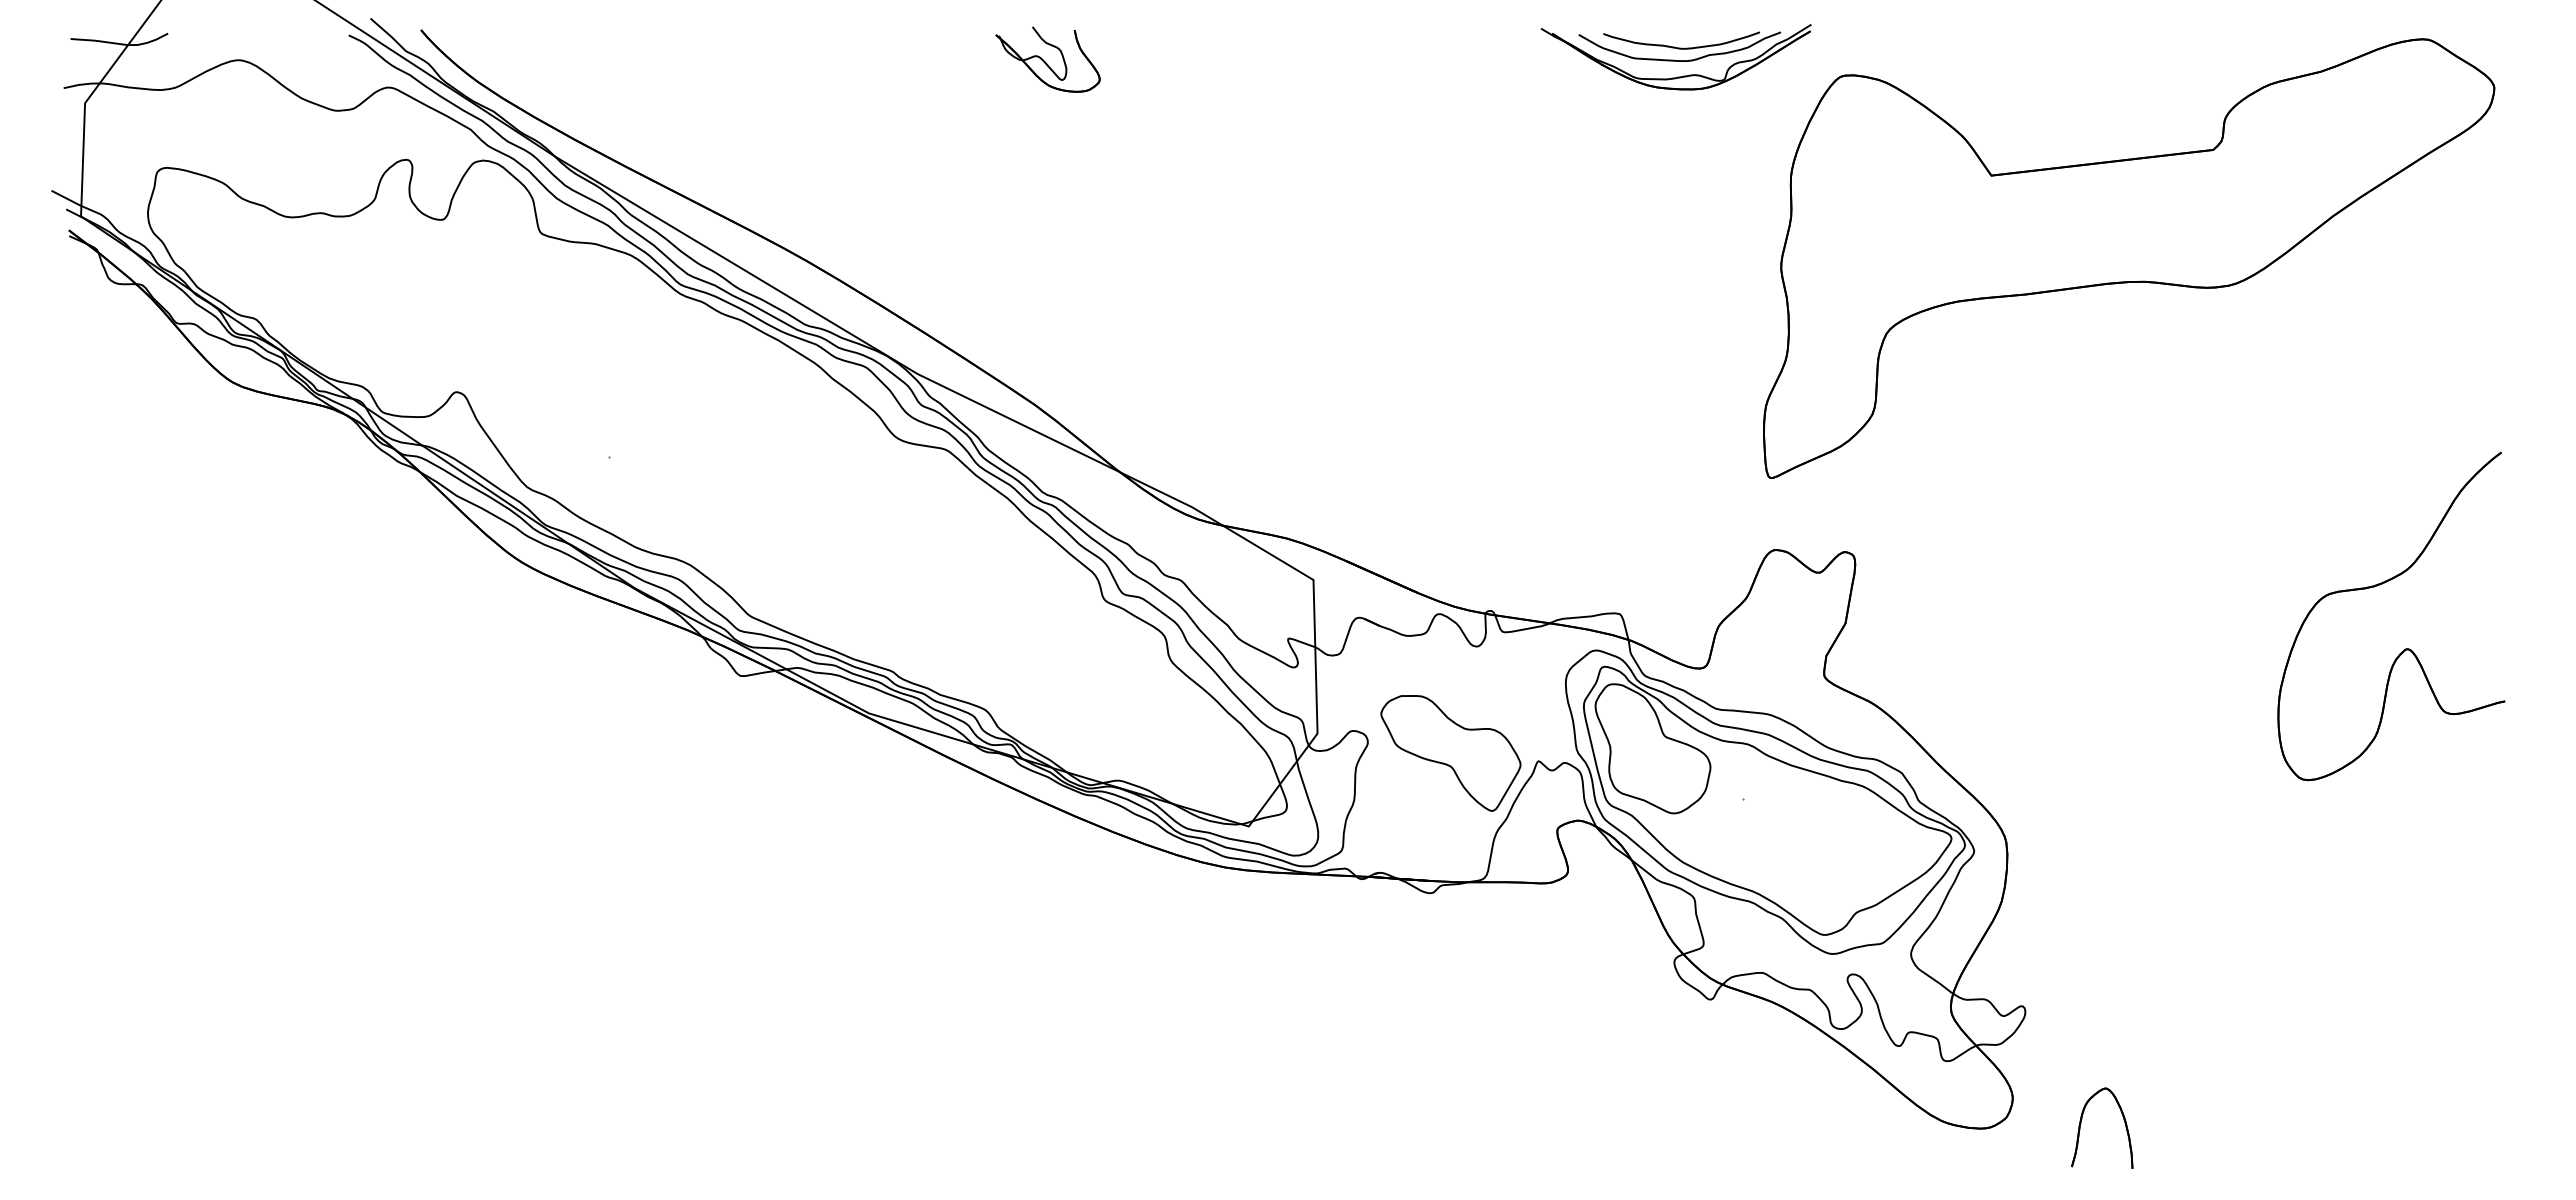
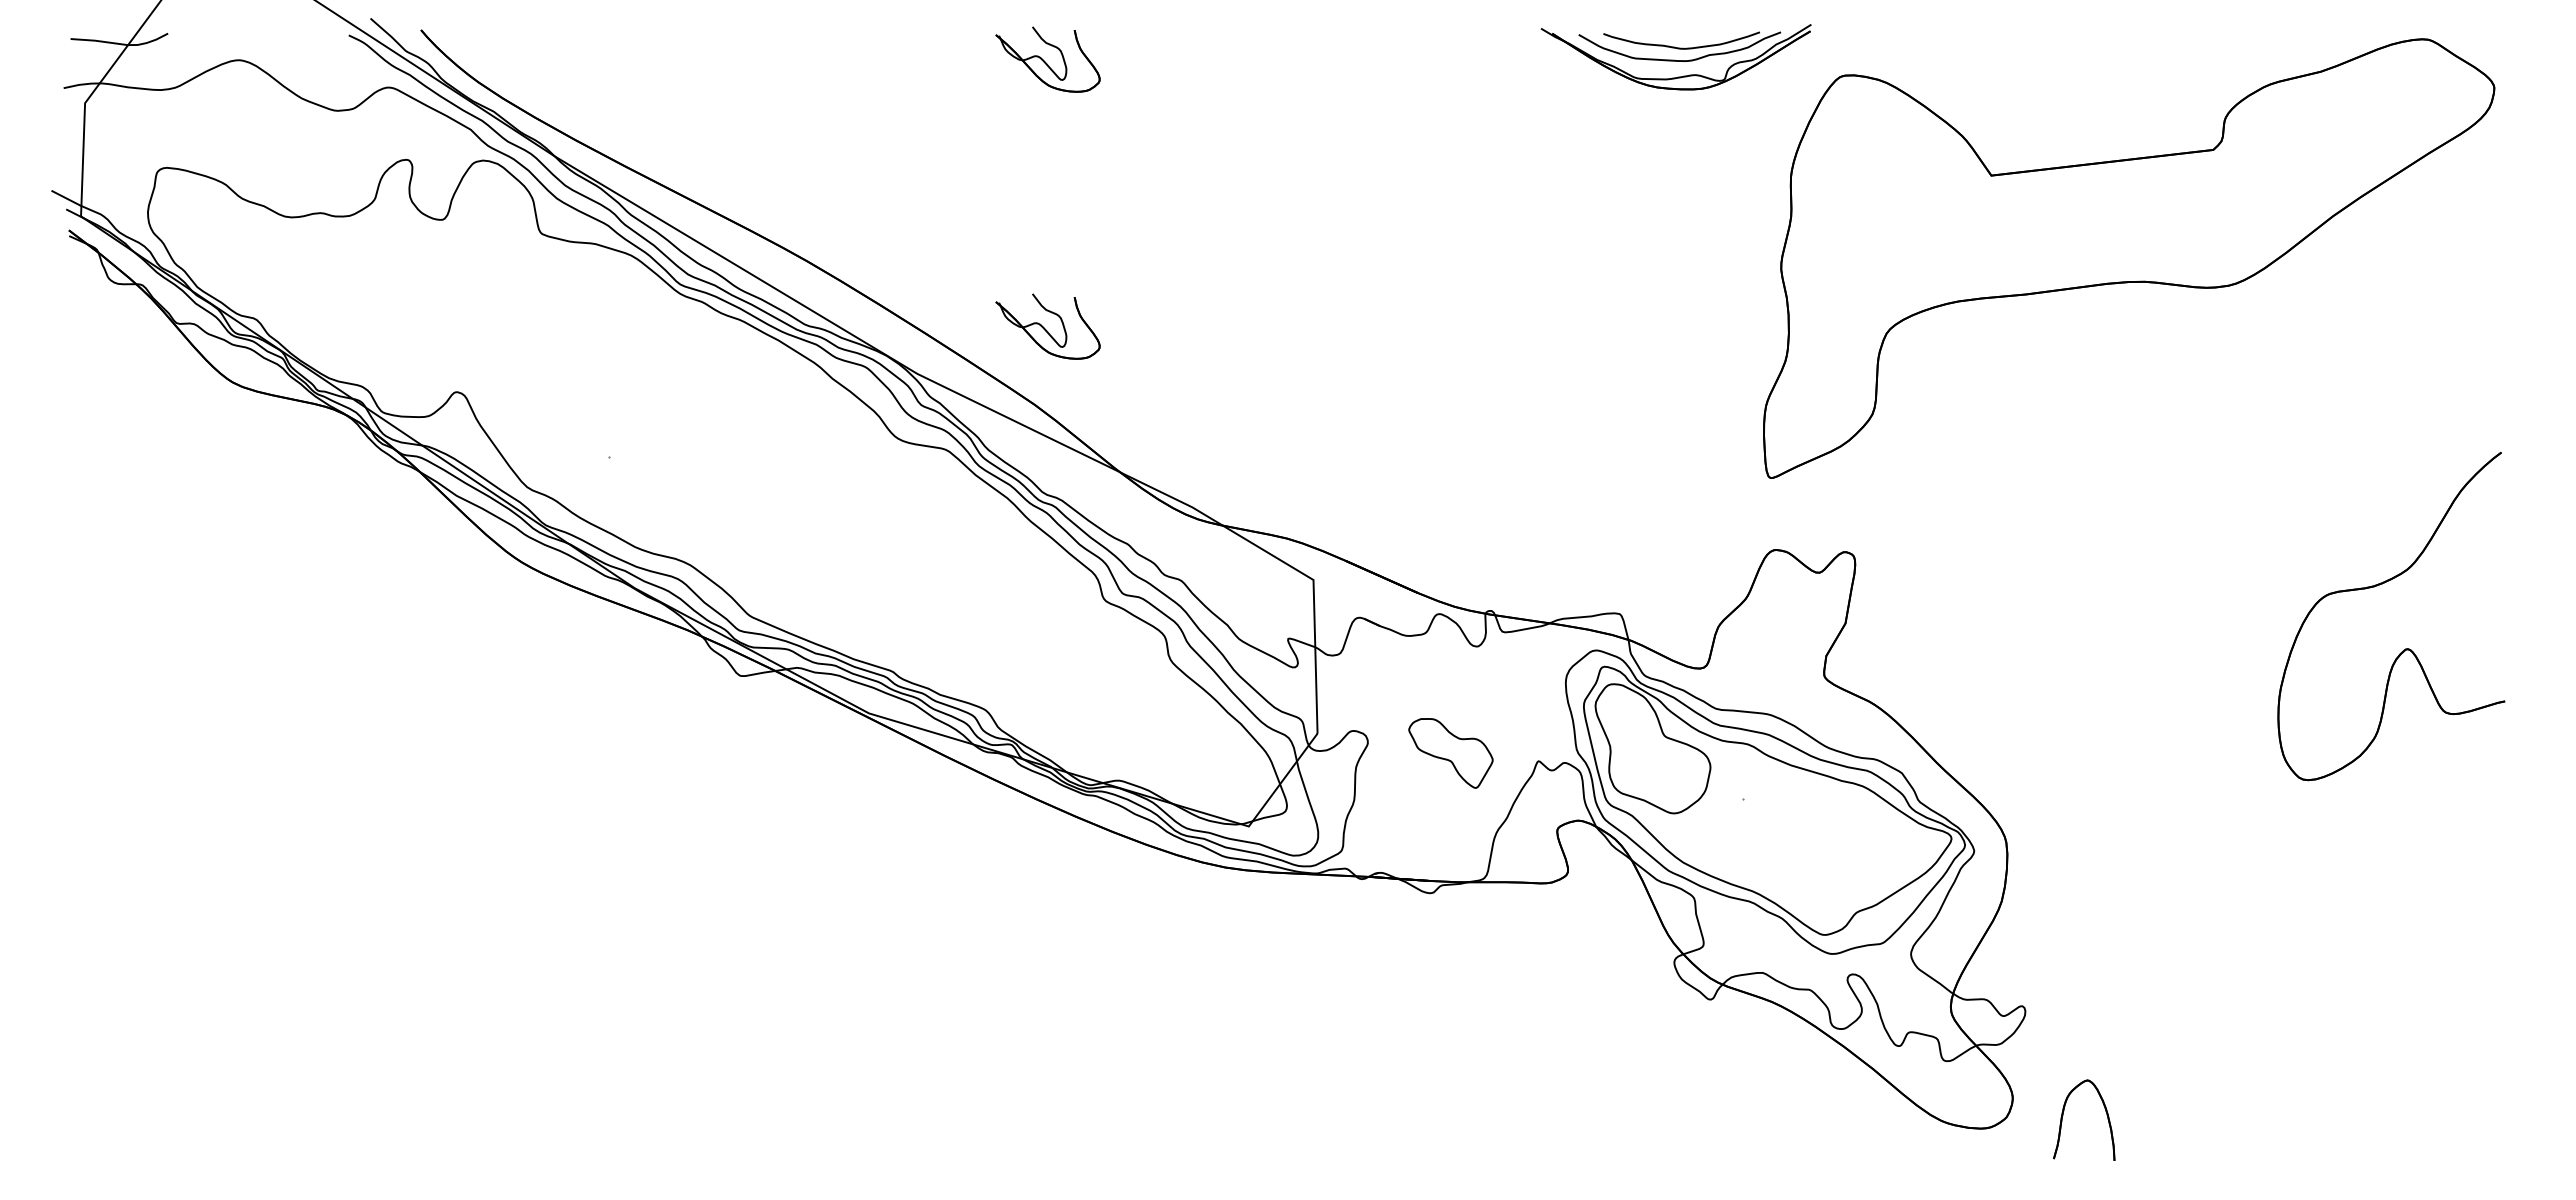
part at (1047, 326): none -> present
part at (1450, 753) size: 142x117 px -> 86x71 px
part at (2081, 1123) position: (2081, 1123) -> (2063, 1115)
